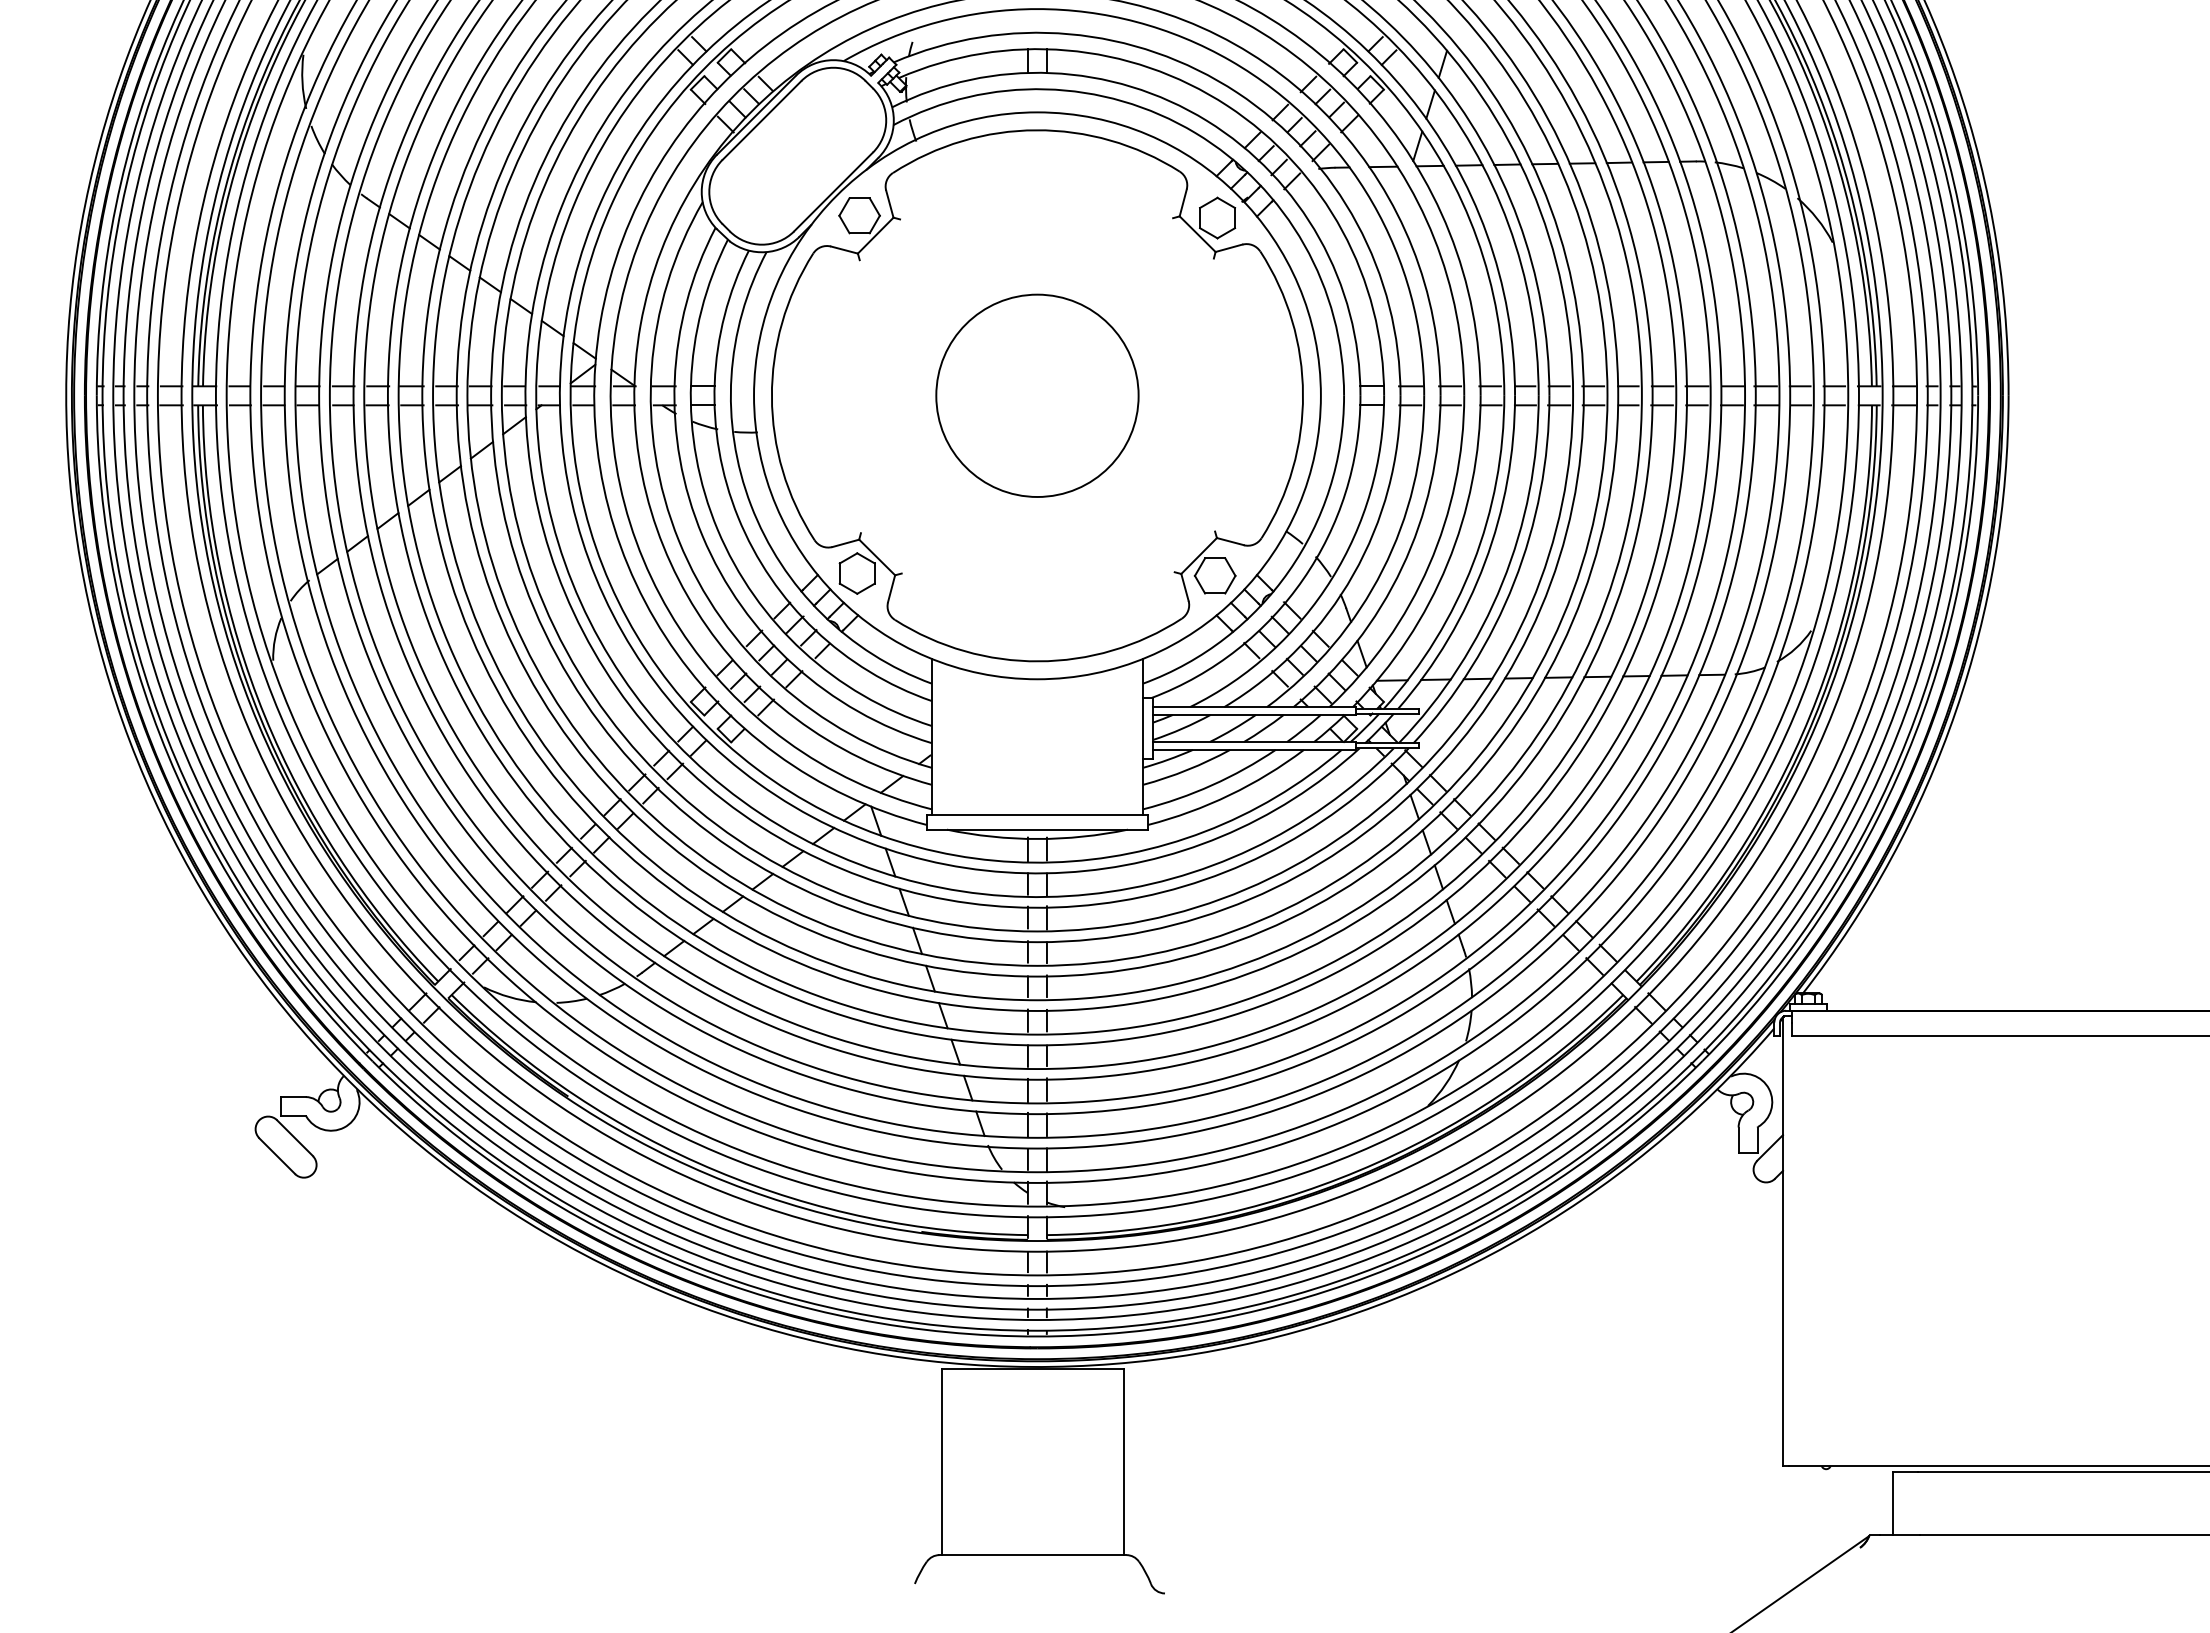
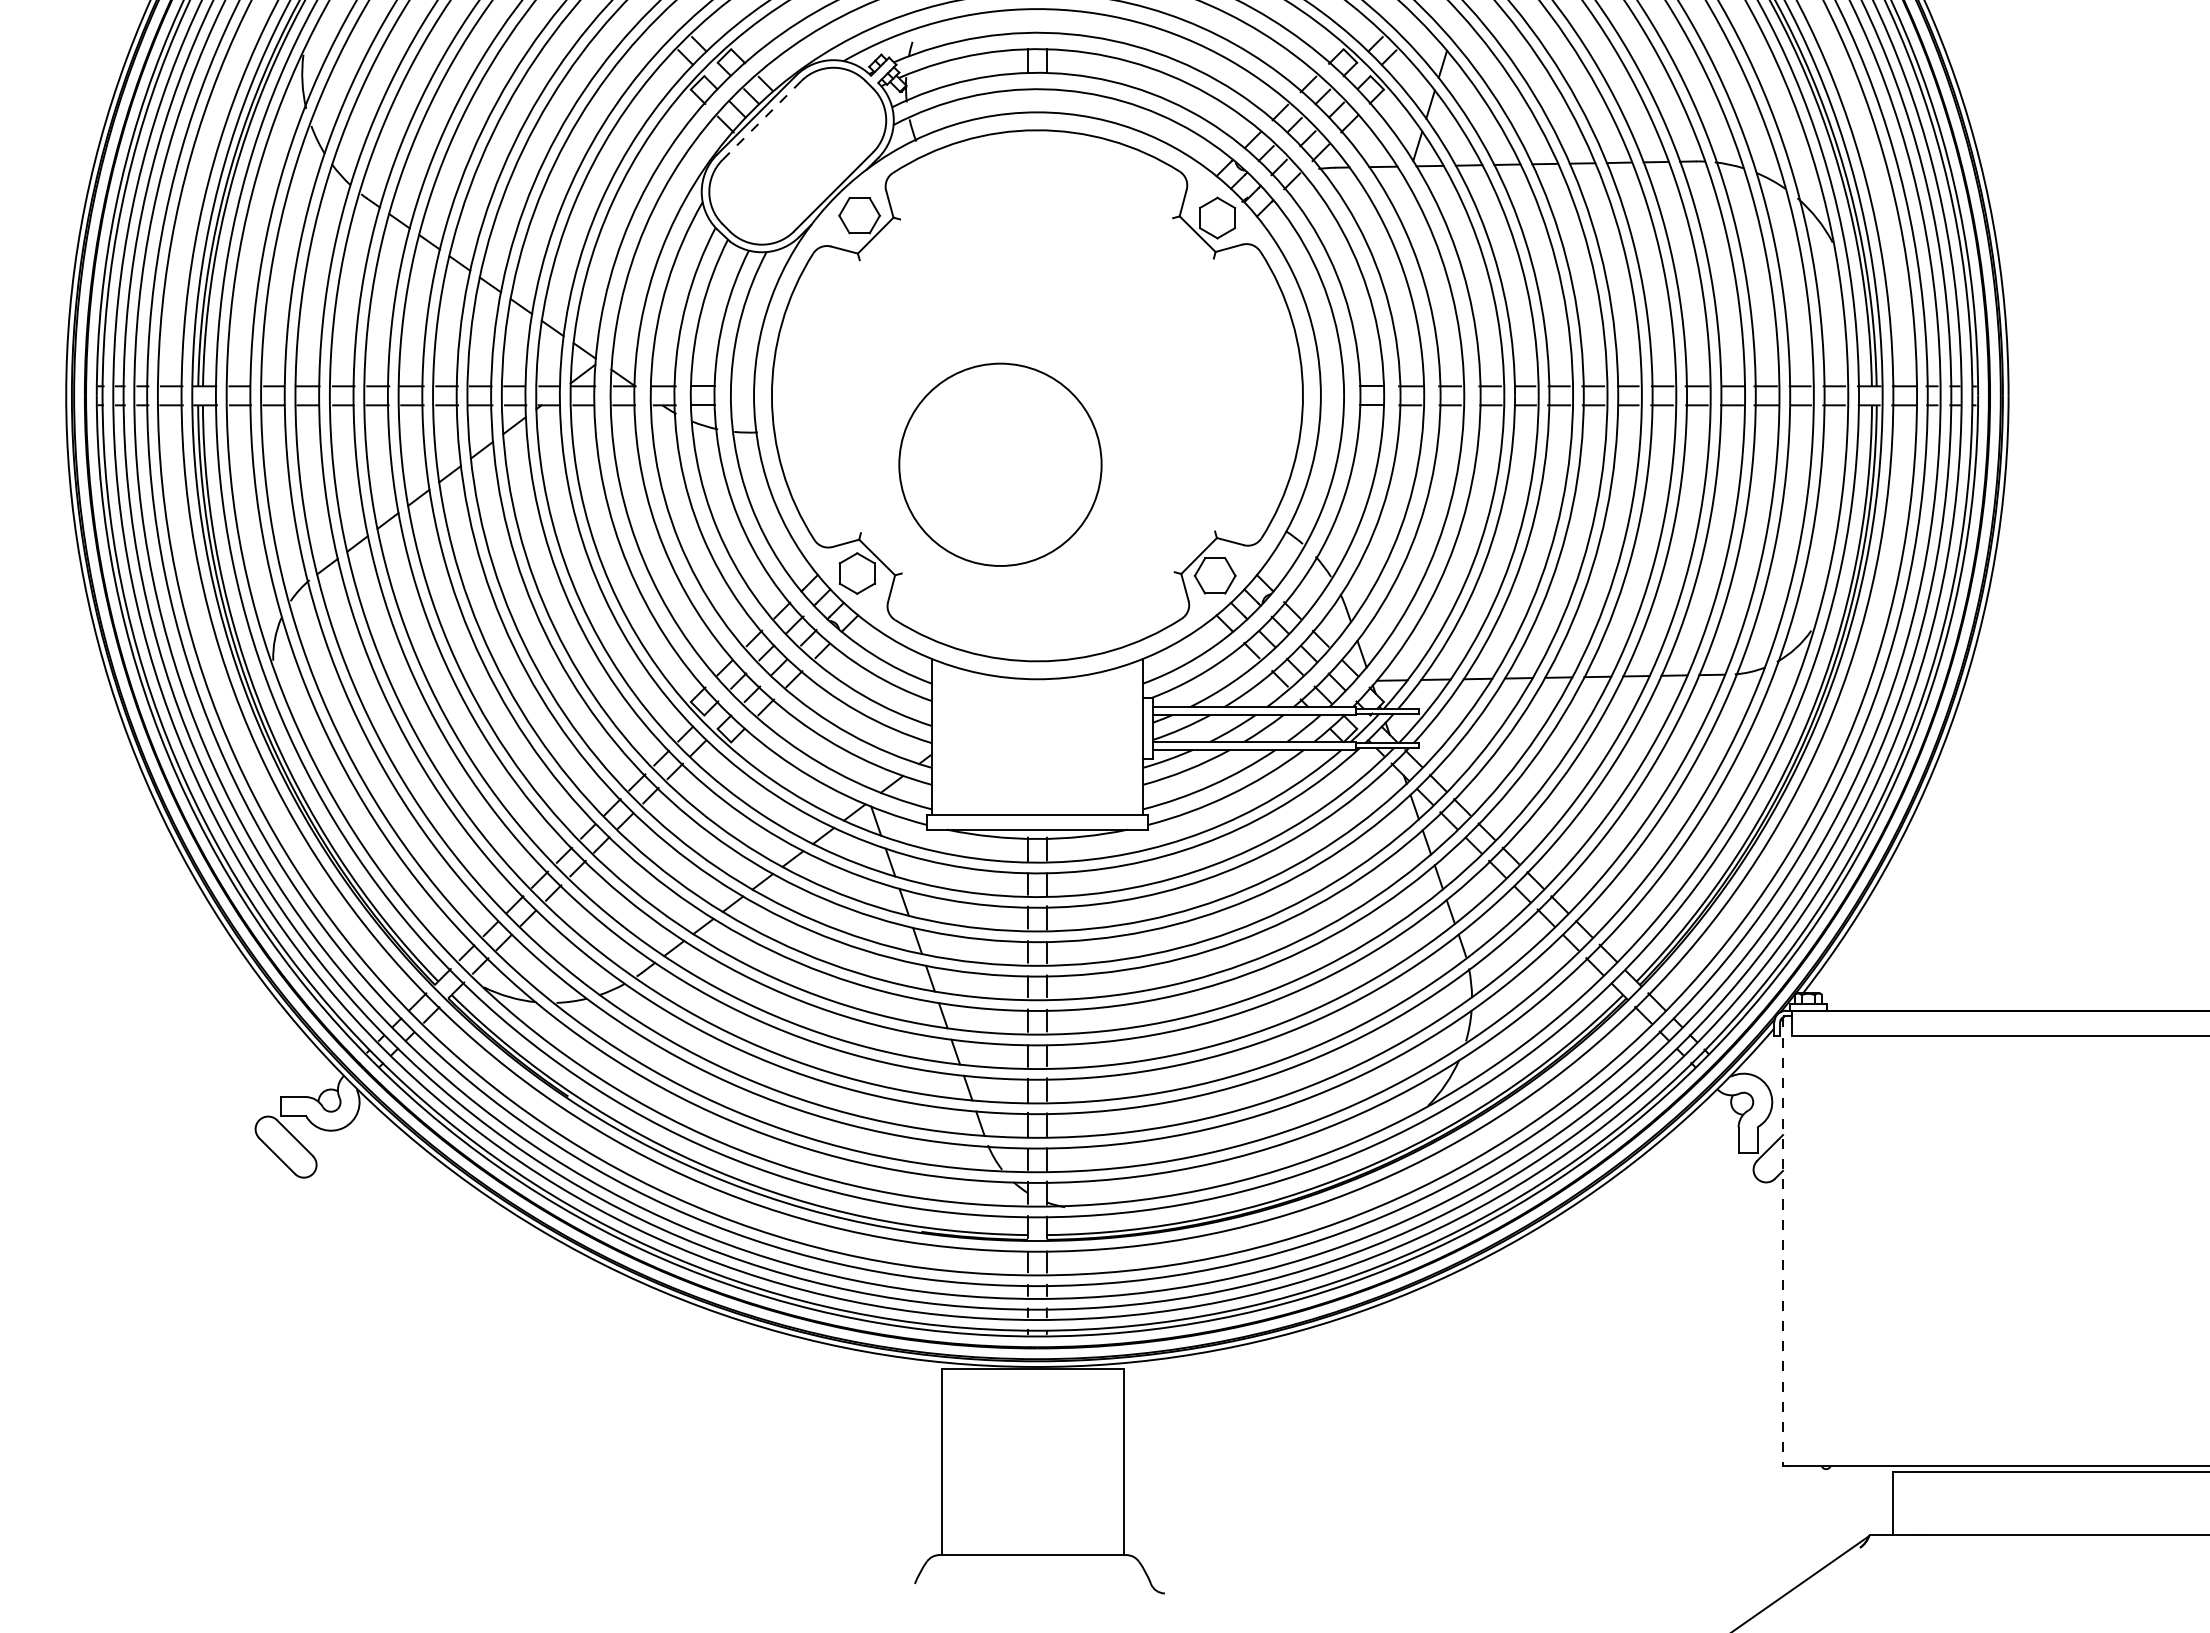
line at (762, 120): solid -> dashed
circle at (1037, 395) position: (1037, 395) -> (1000, 464)
line at (1783, 1242): solid -> dashed
